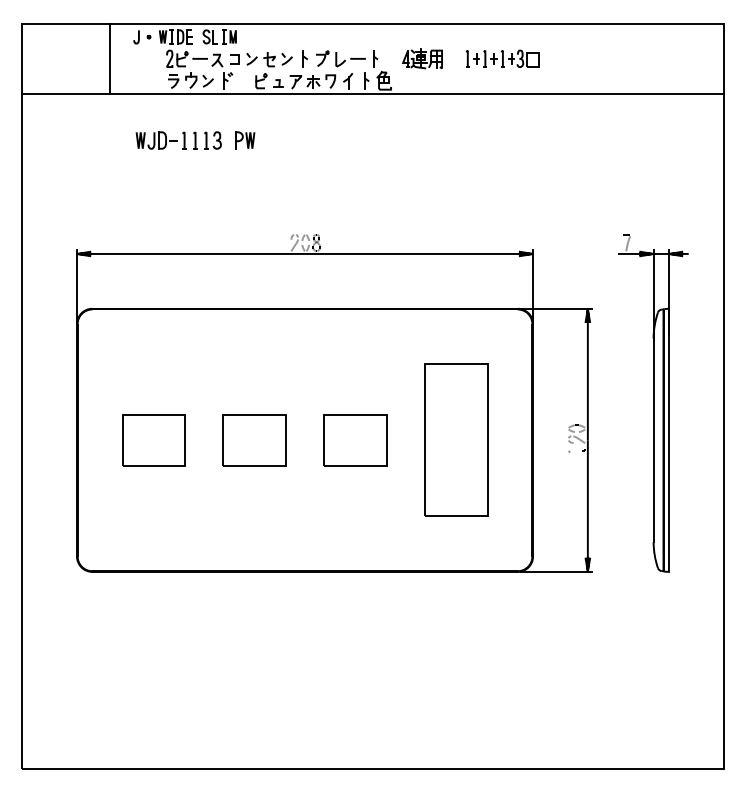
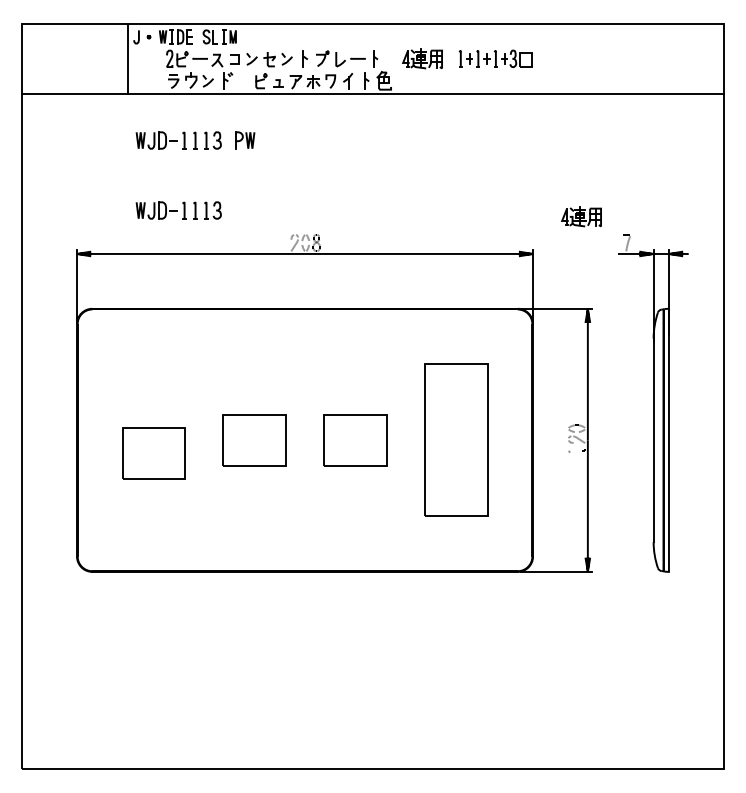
line at (109, 58) position: (109, 58) -> (127, 58)
part at (502, 58) position: (502, 58) -> (495, 58)
part at (178, 210): none -> present
part at (581, 216): none -> present
part at (153, 440) position: (153, 440) -> (153, 453)
